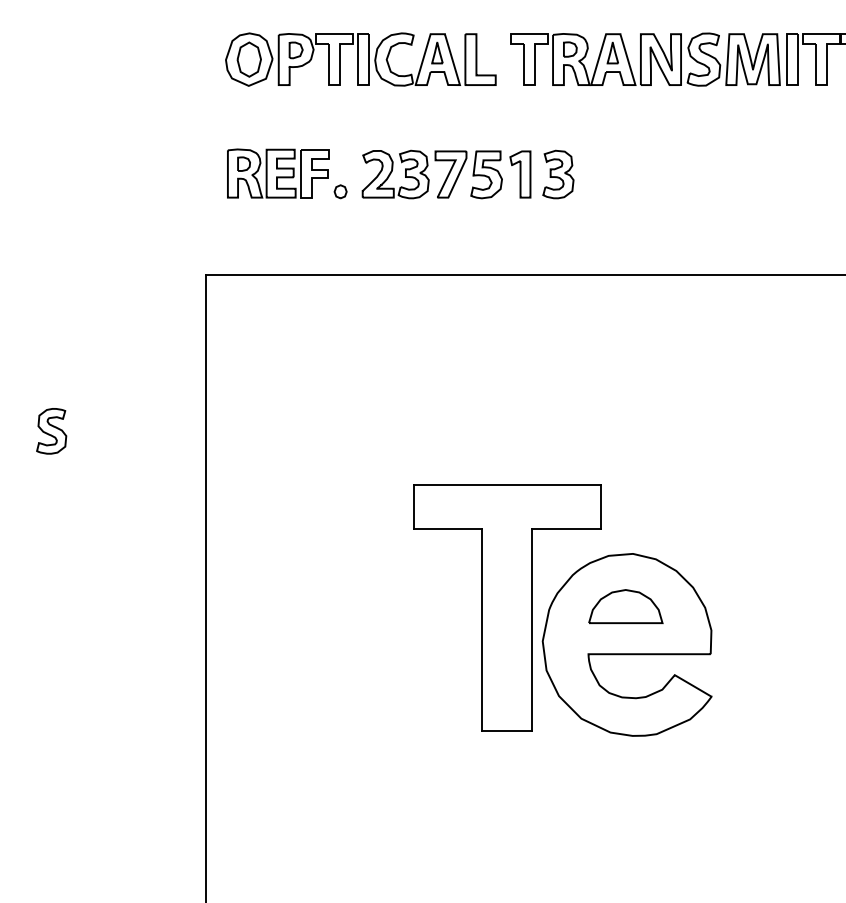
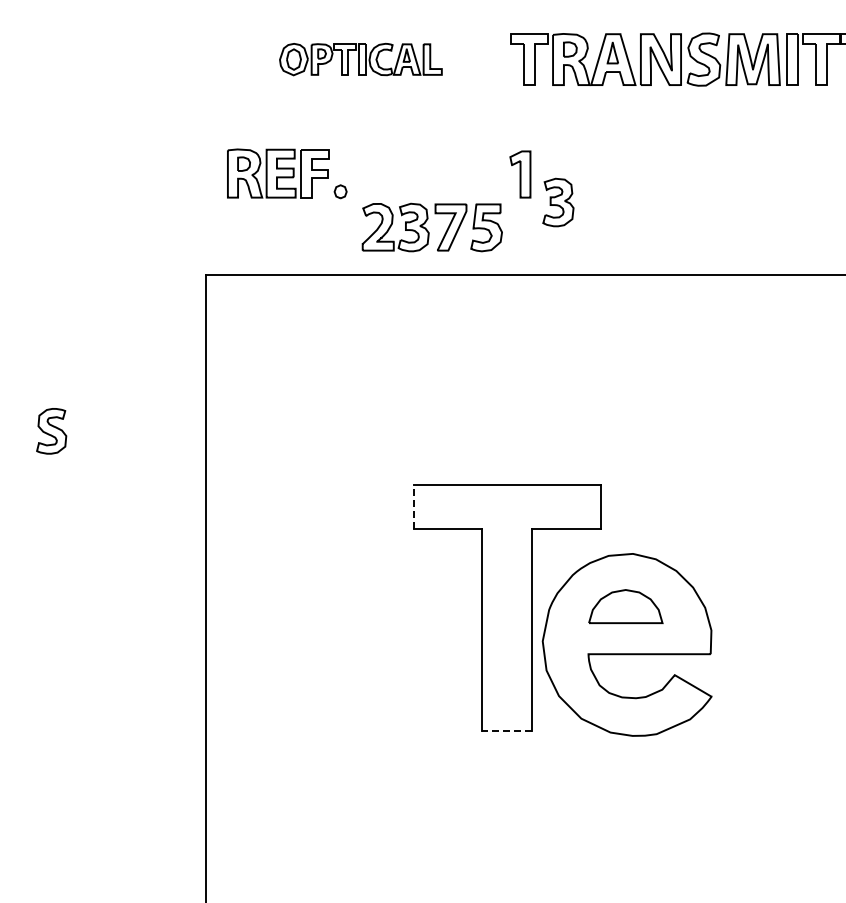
part at (360, 59) size: 272x55 px -> 164x35 px
part at (431, 174) position: (431, 174) -> (431, 227)
part at (558, 174) position: (558, 174) -> (558, 202)
line at (413, 507): solid -> dashed
line at (507, 731): solid -> dashed
